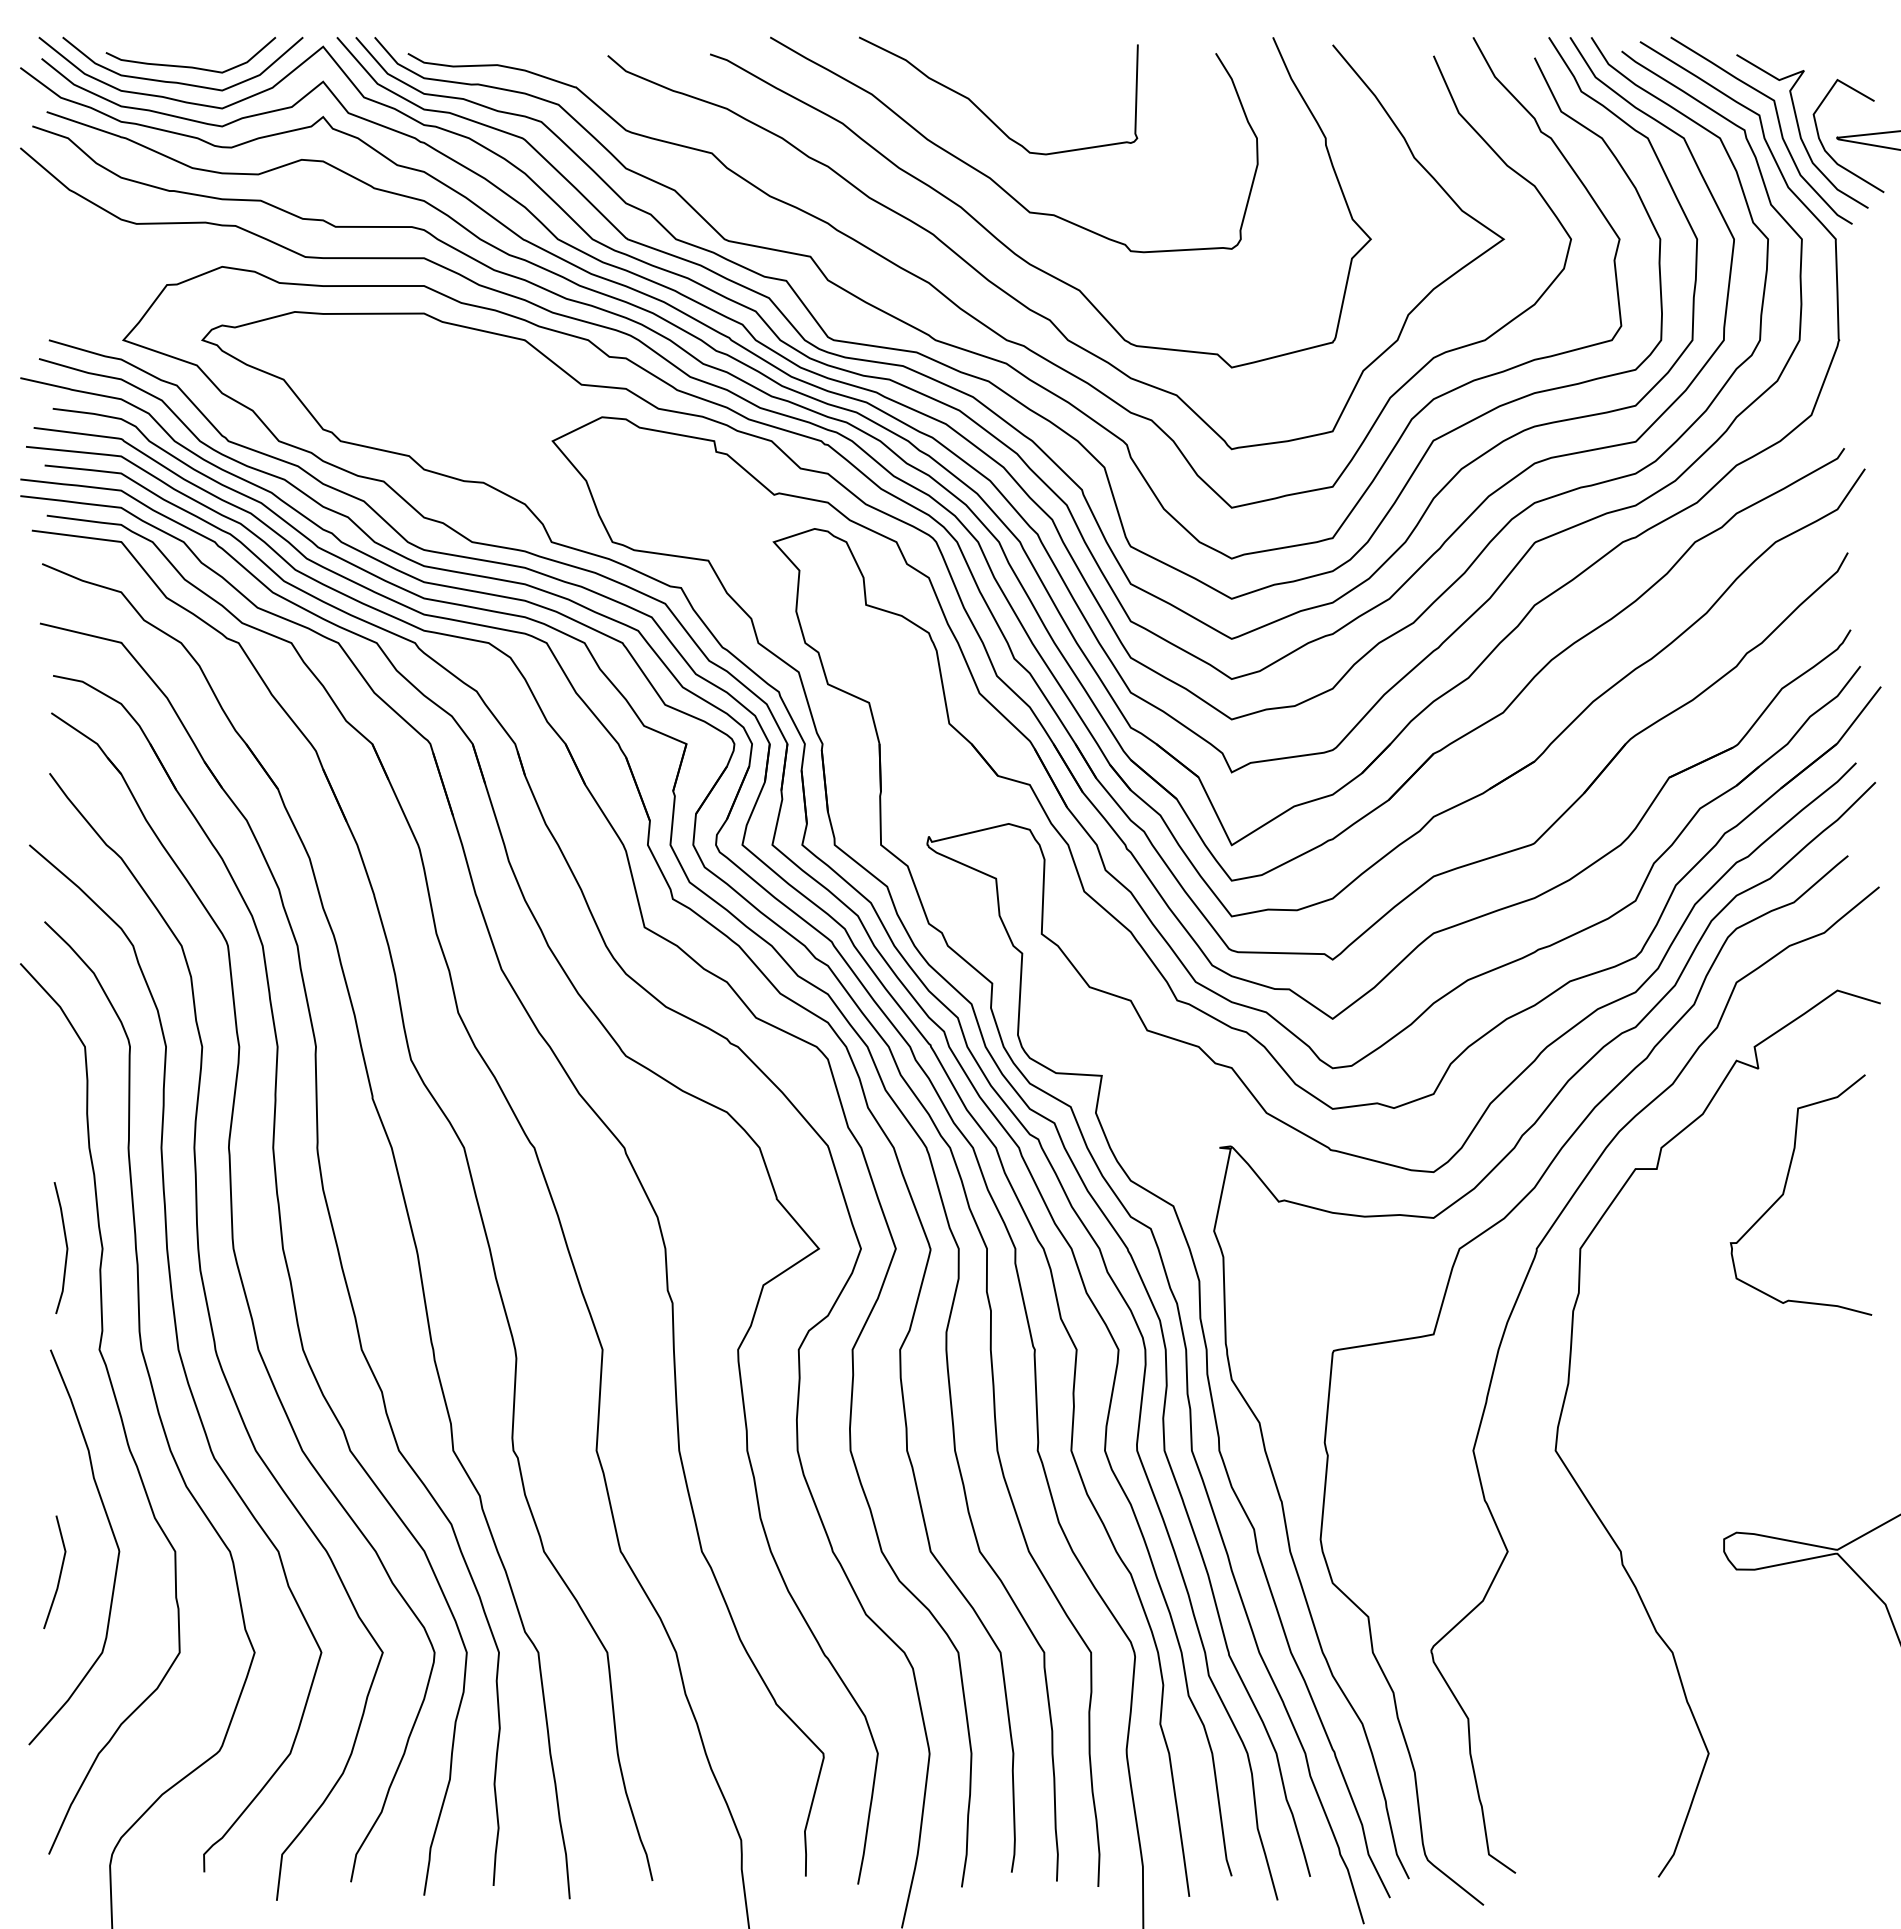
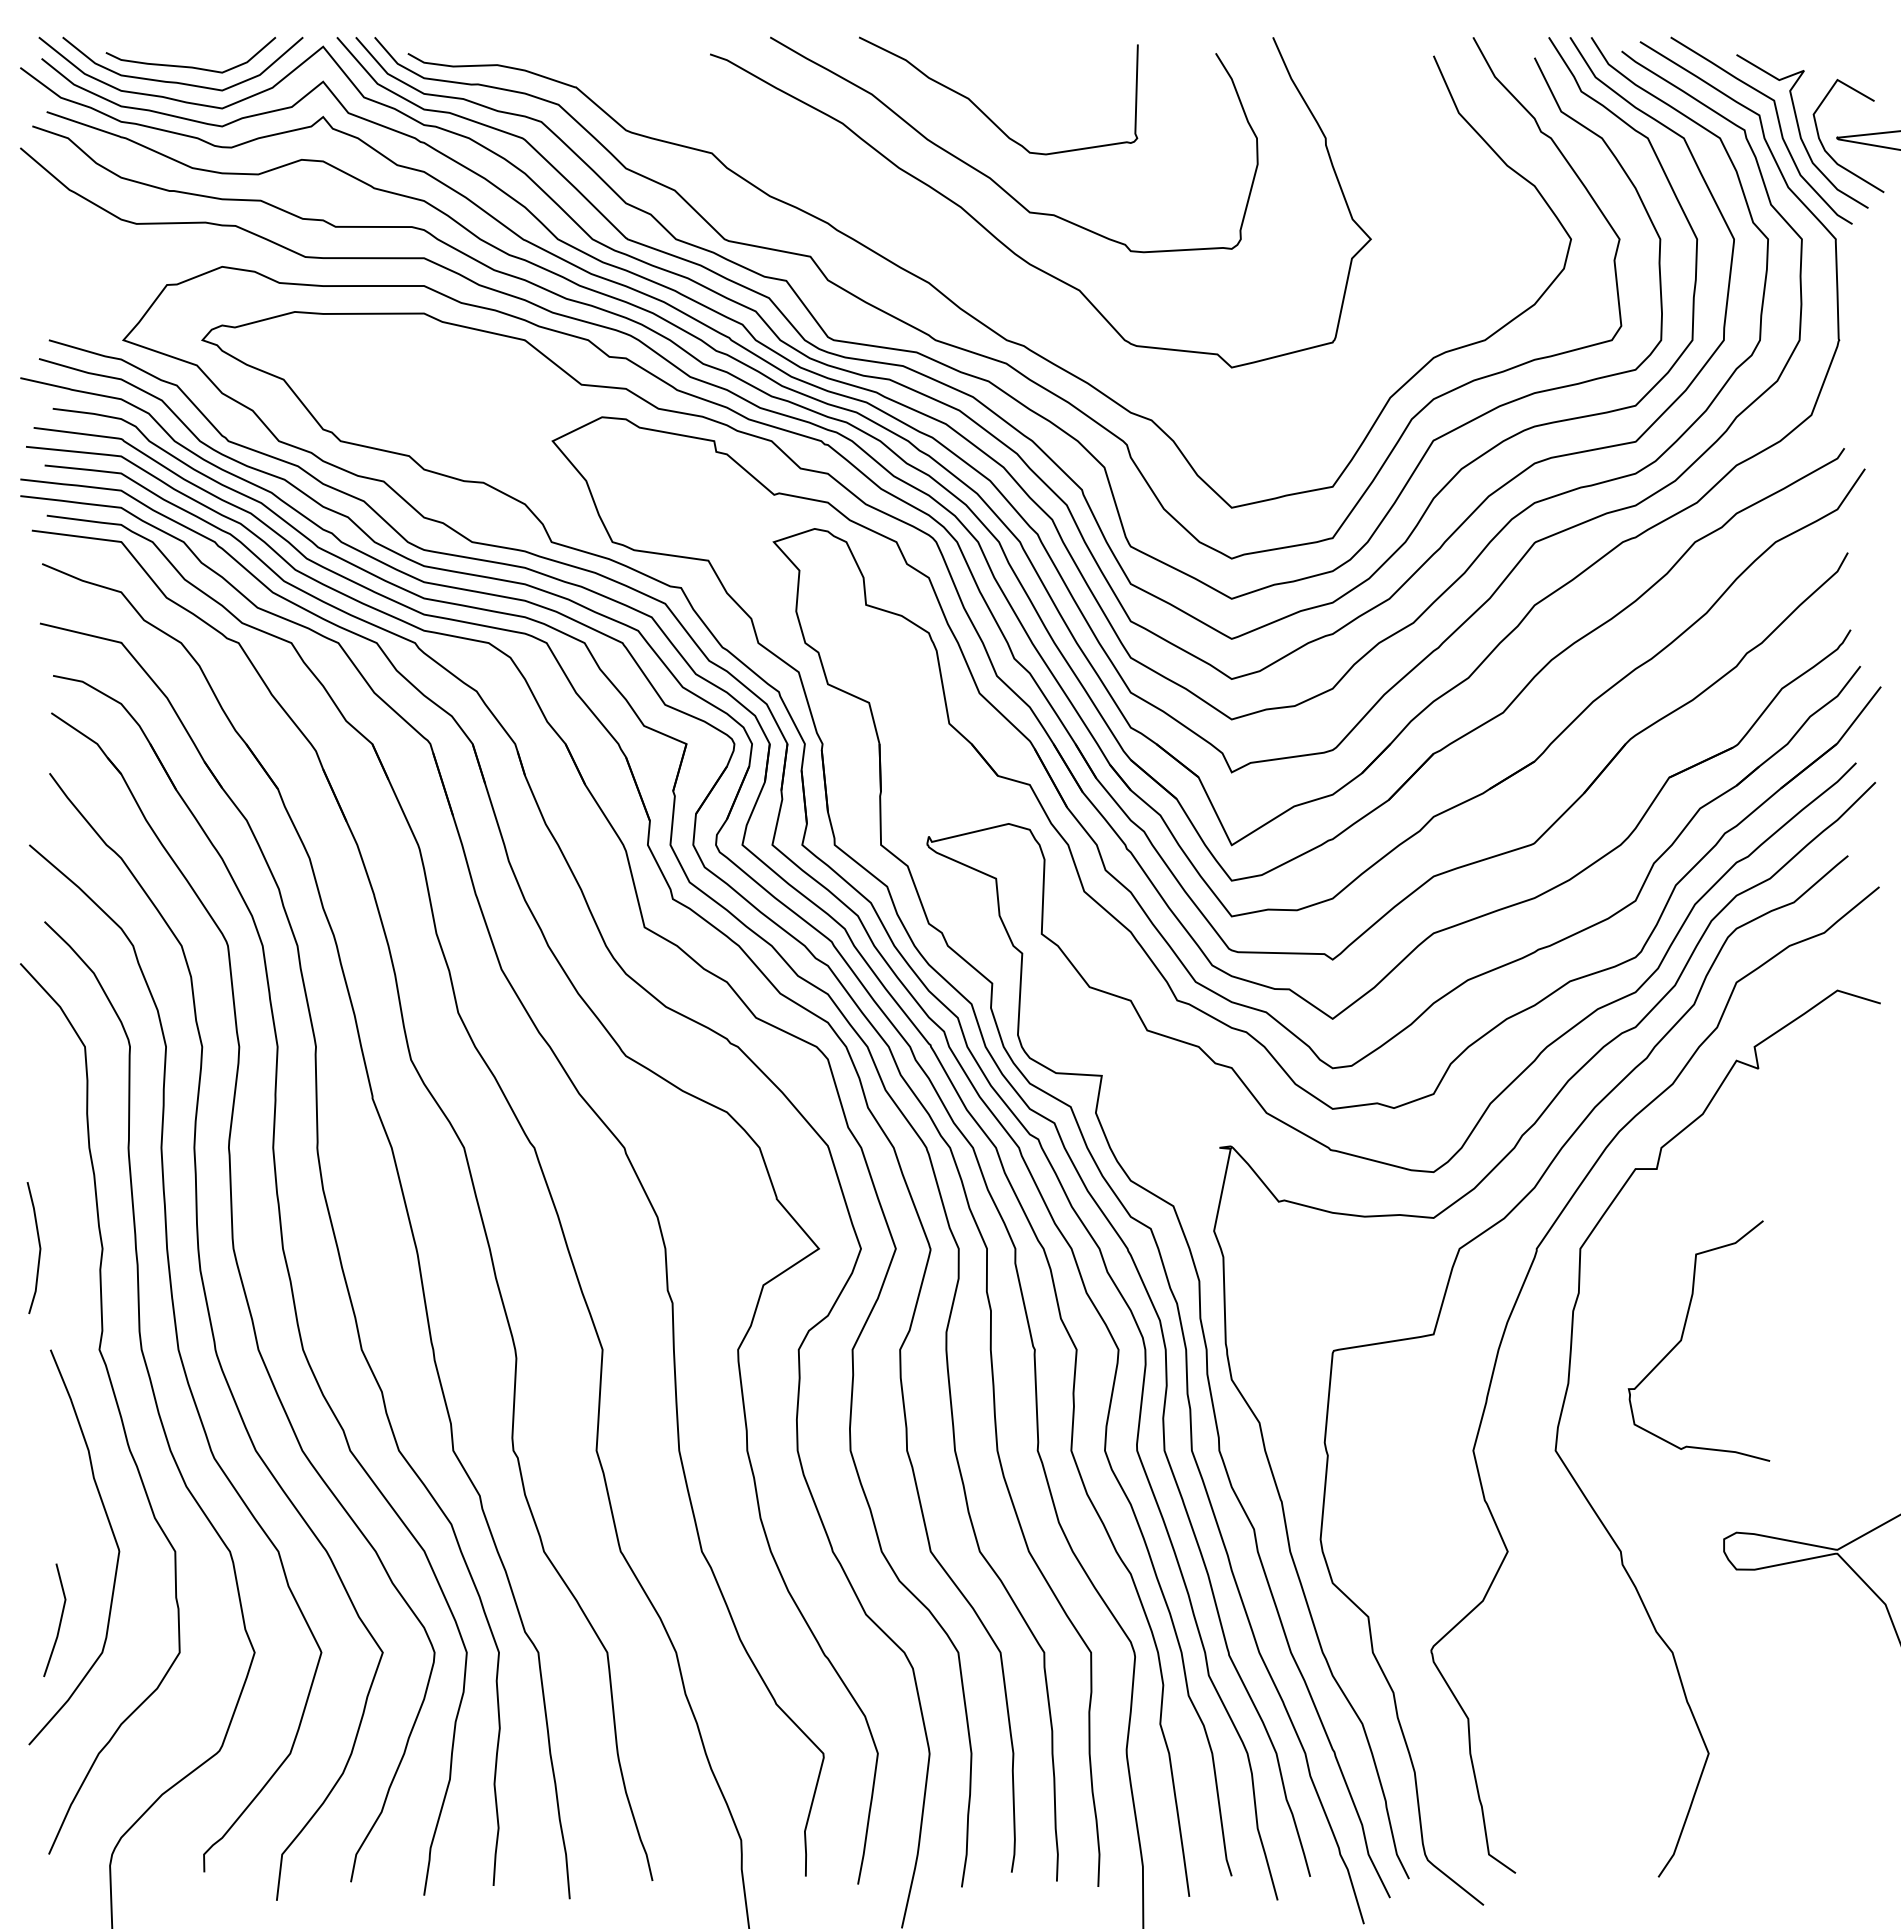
curve at (1020, 301): present -> none
curve at (1785, 1189) position: (1785, 1189) -> (1683, 1335)
line at (66, 1248) position: (66, 1248) -> (39, 1248)
line at (59, 1573) position: (59, 1573) -> (59, 1621)
